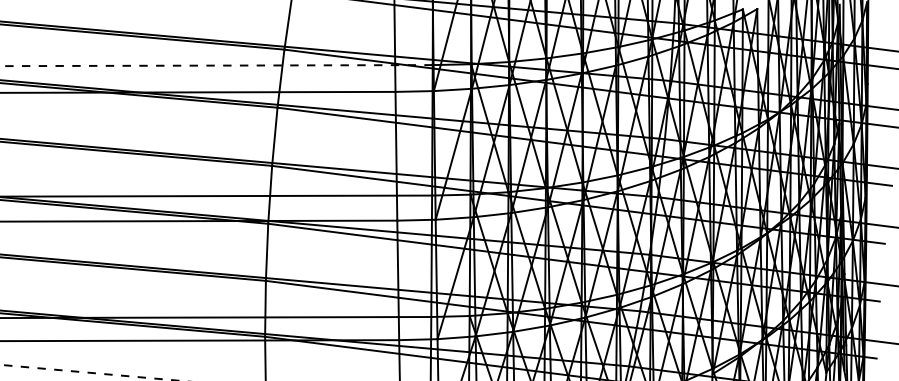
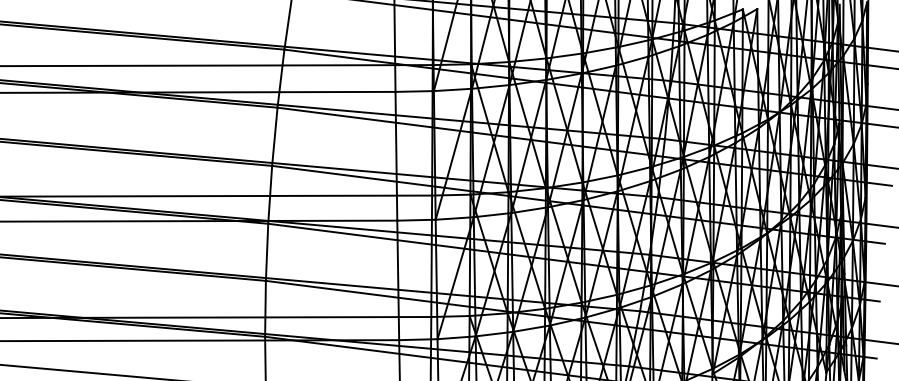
line at (216, 65): dashed -> solid
line at (91, 372): dashed -> solid
